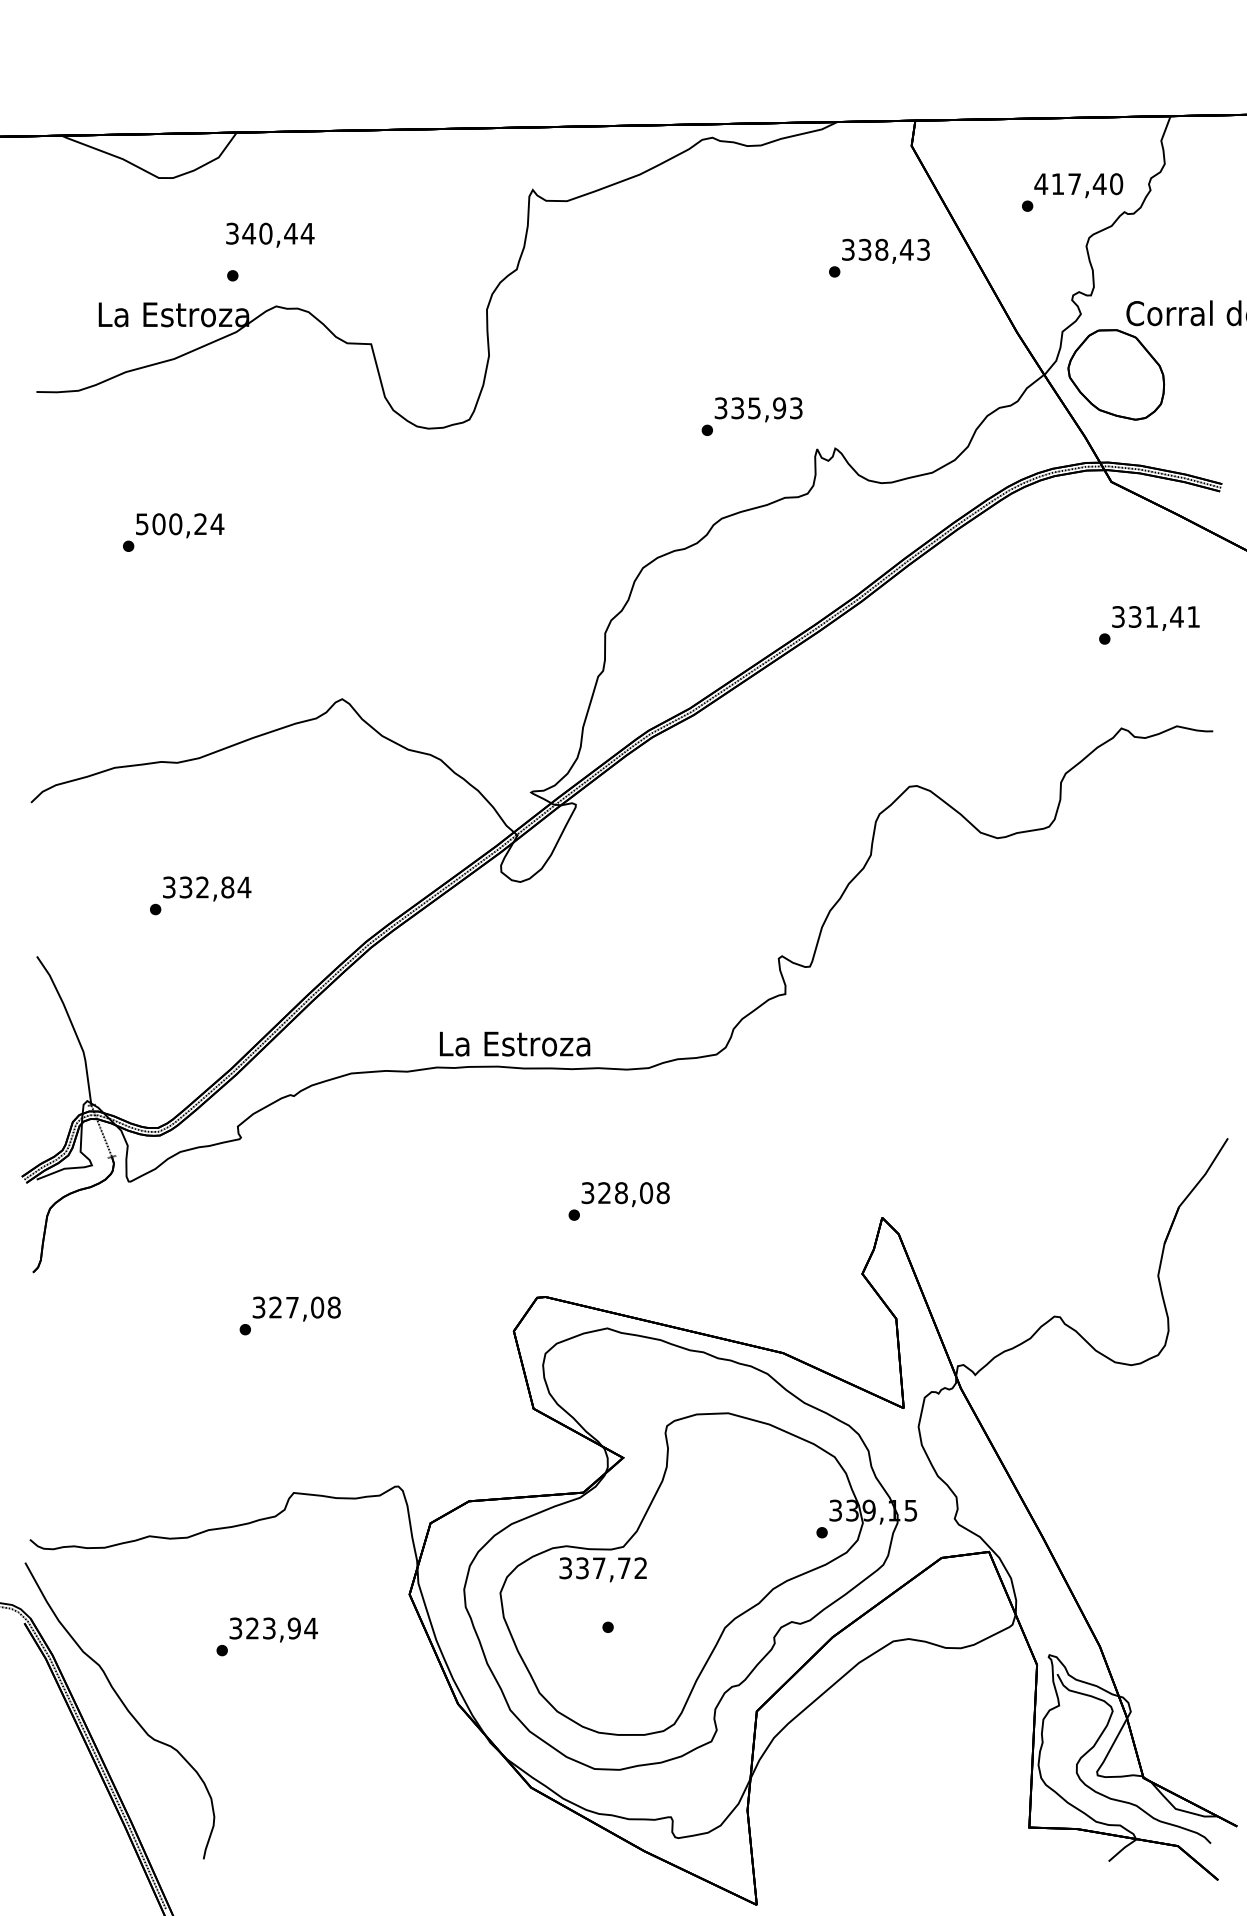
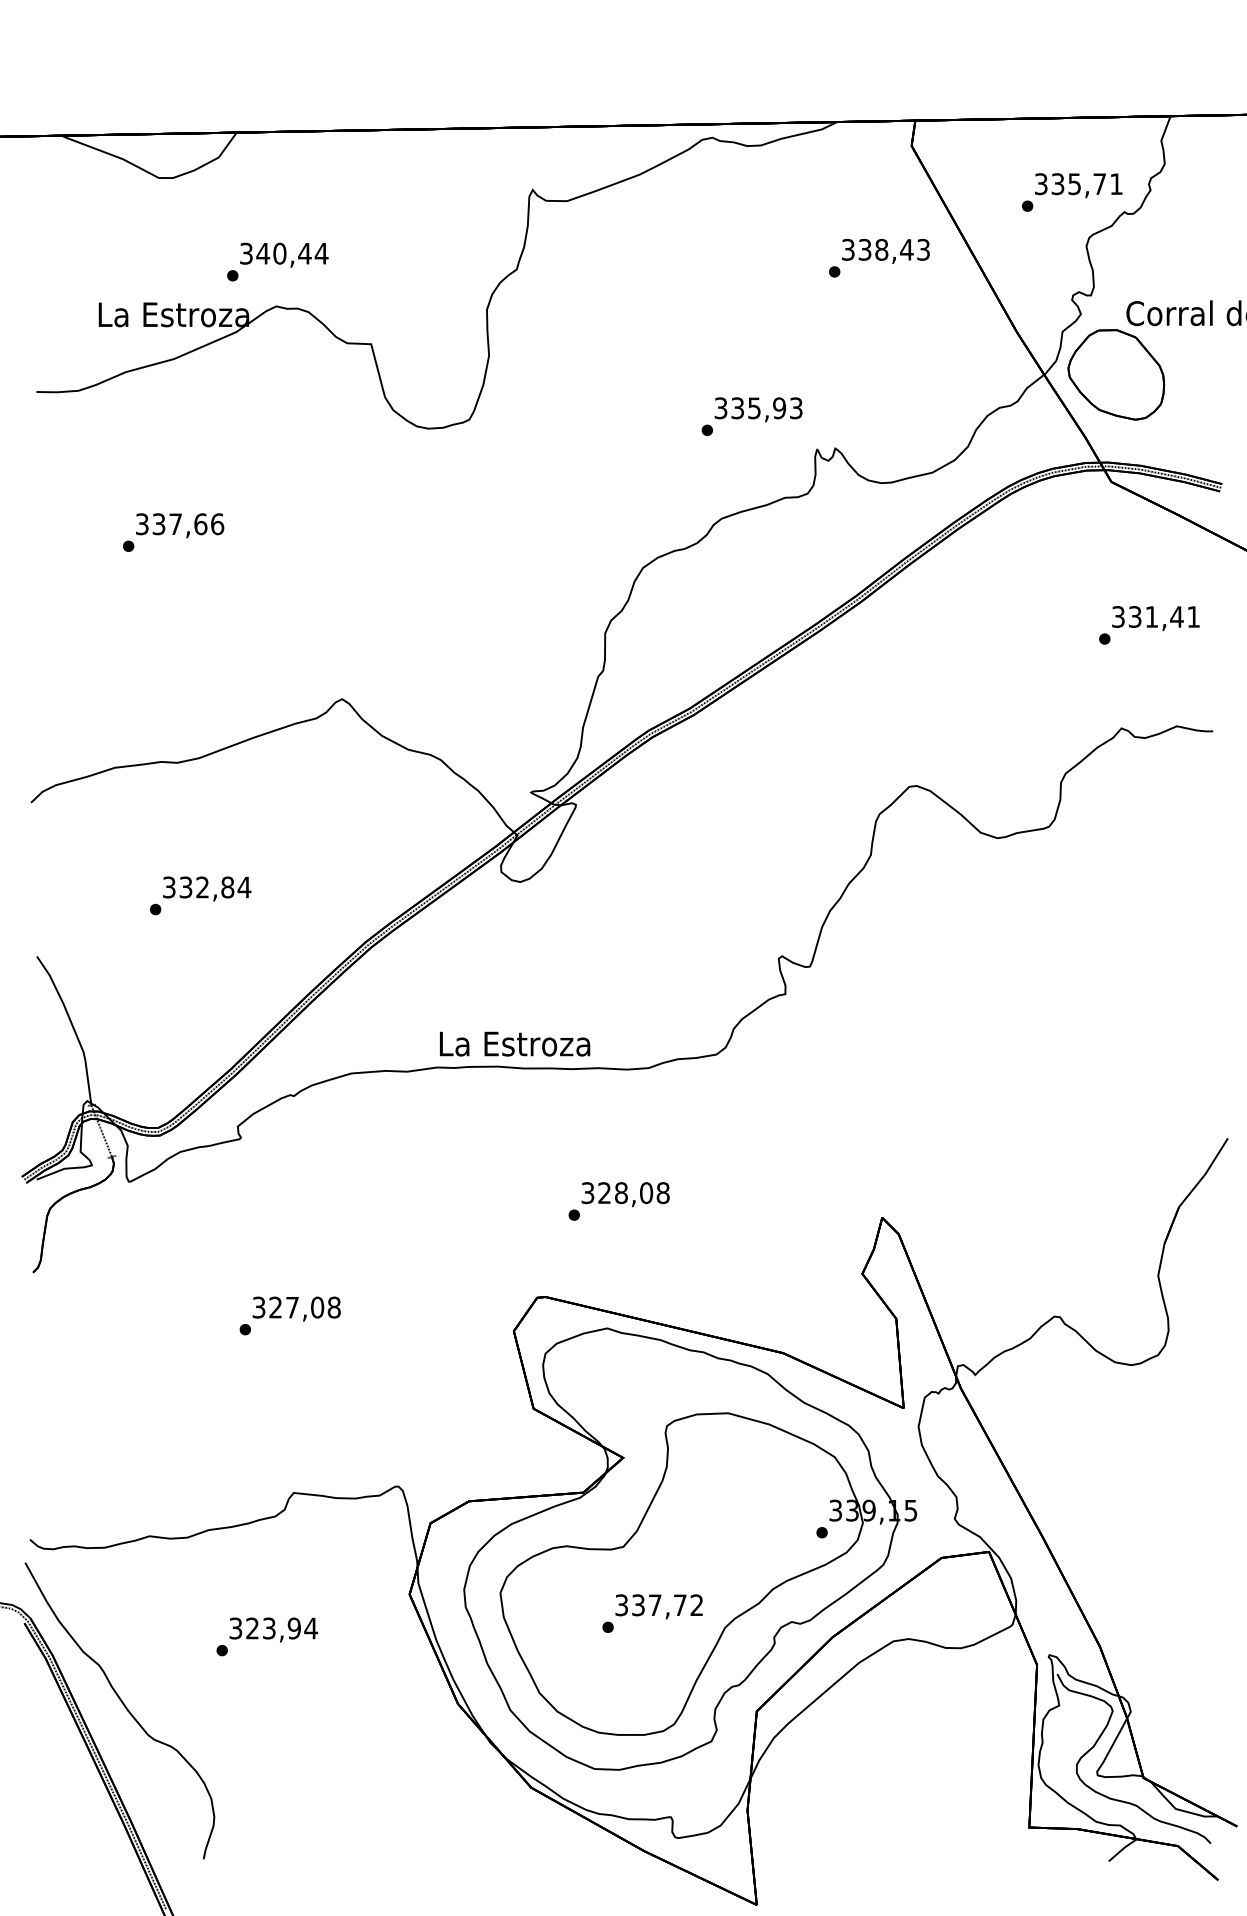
text at (1078, 184): 417,40 -> 335,71
text at (270, 234) position: (270, 234) -> (284, 254)
text at (180, 524): 500,24 -> 337,66
text at (602, 1569) position: (602, 1569) -> (658, 1606)
